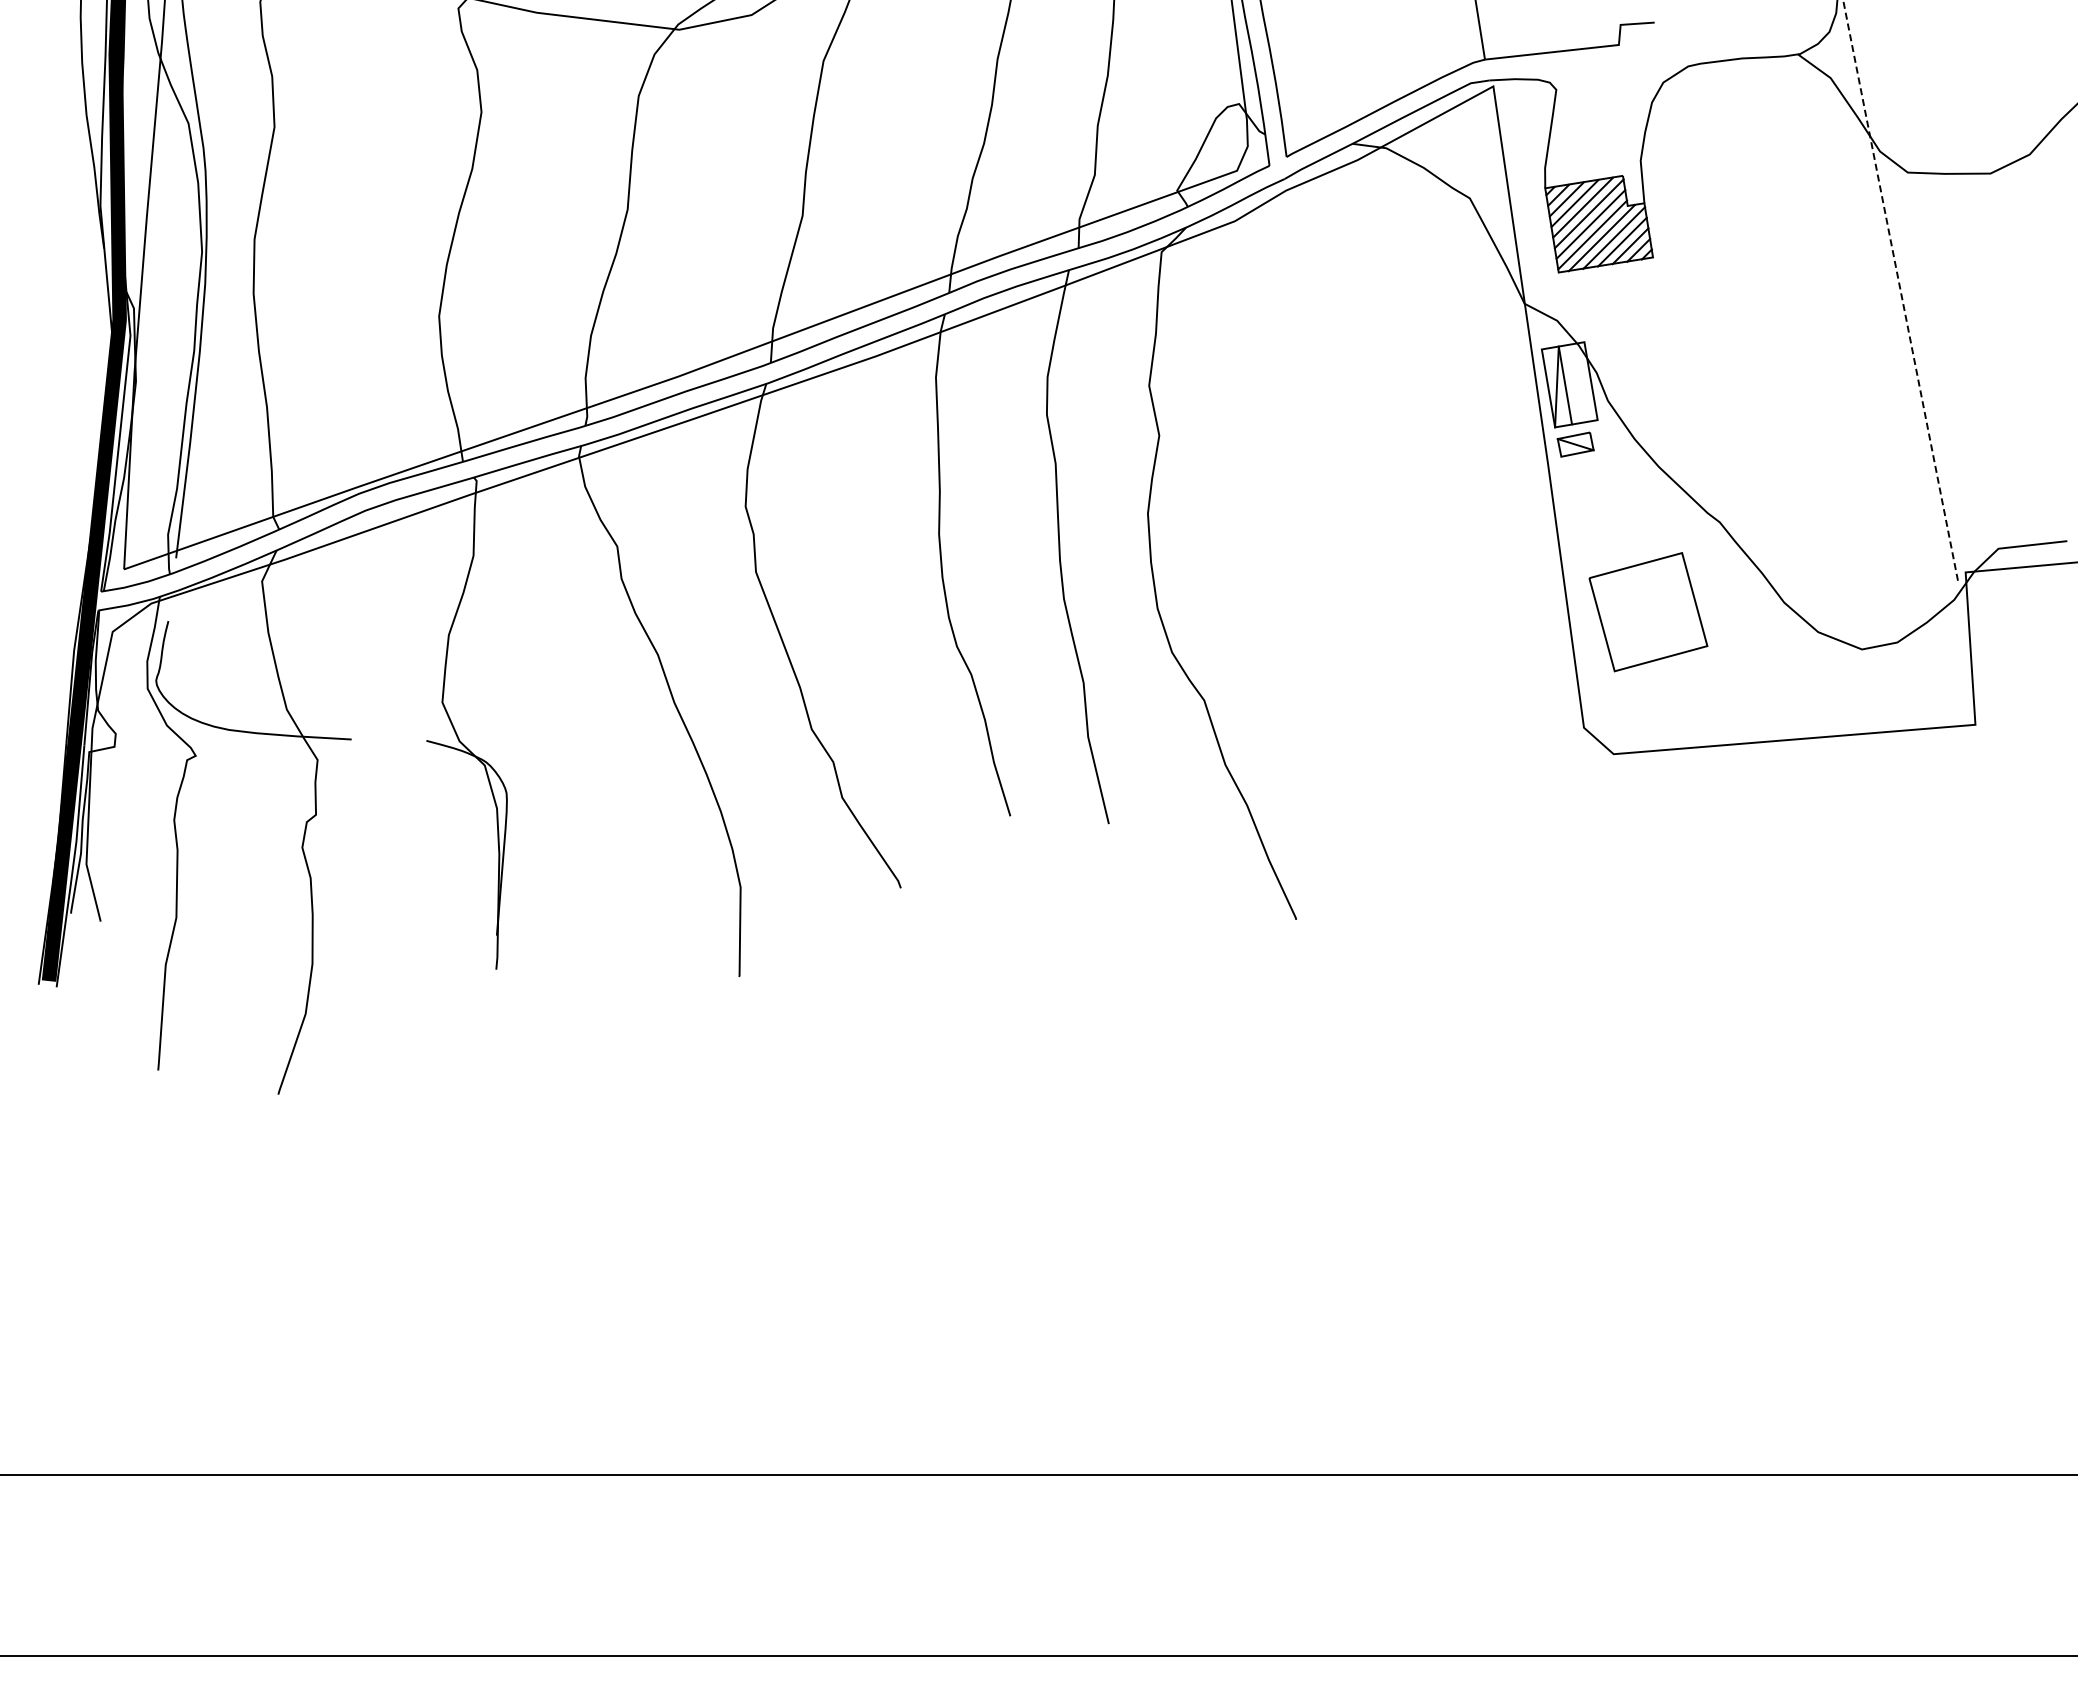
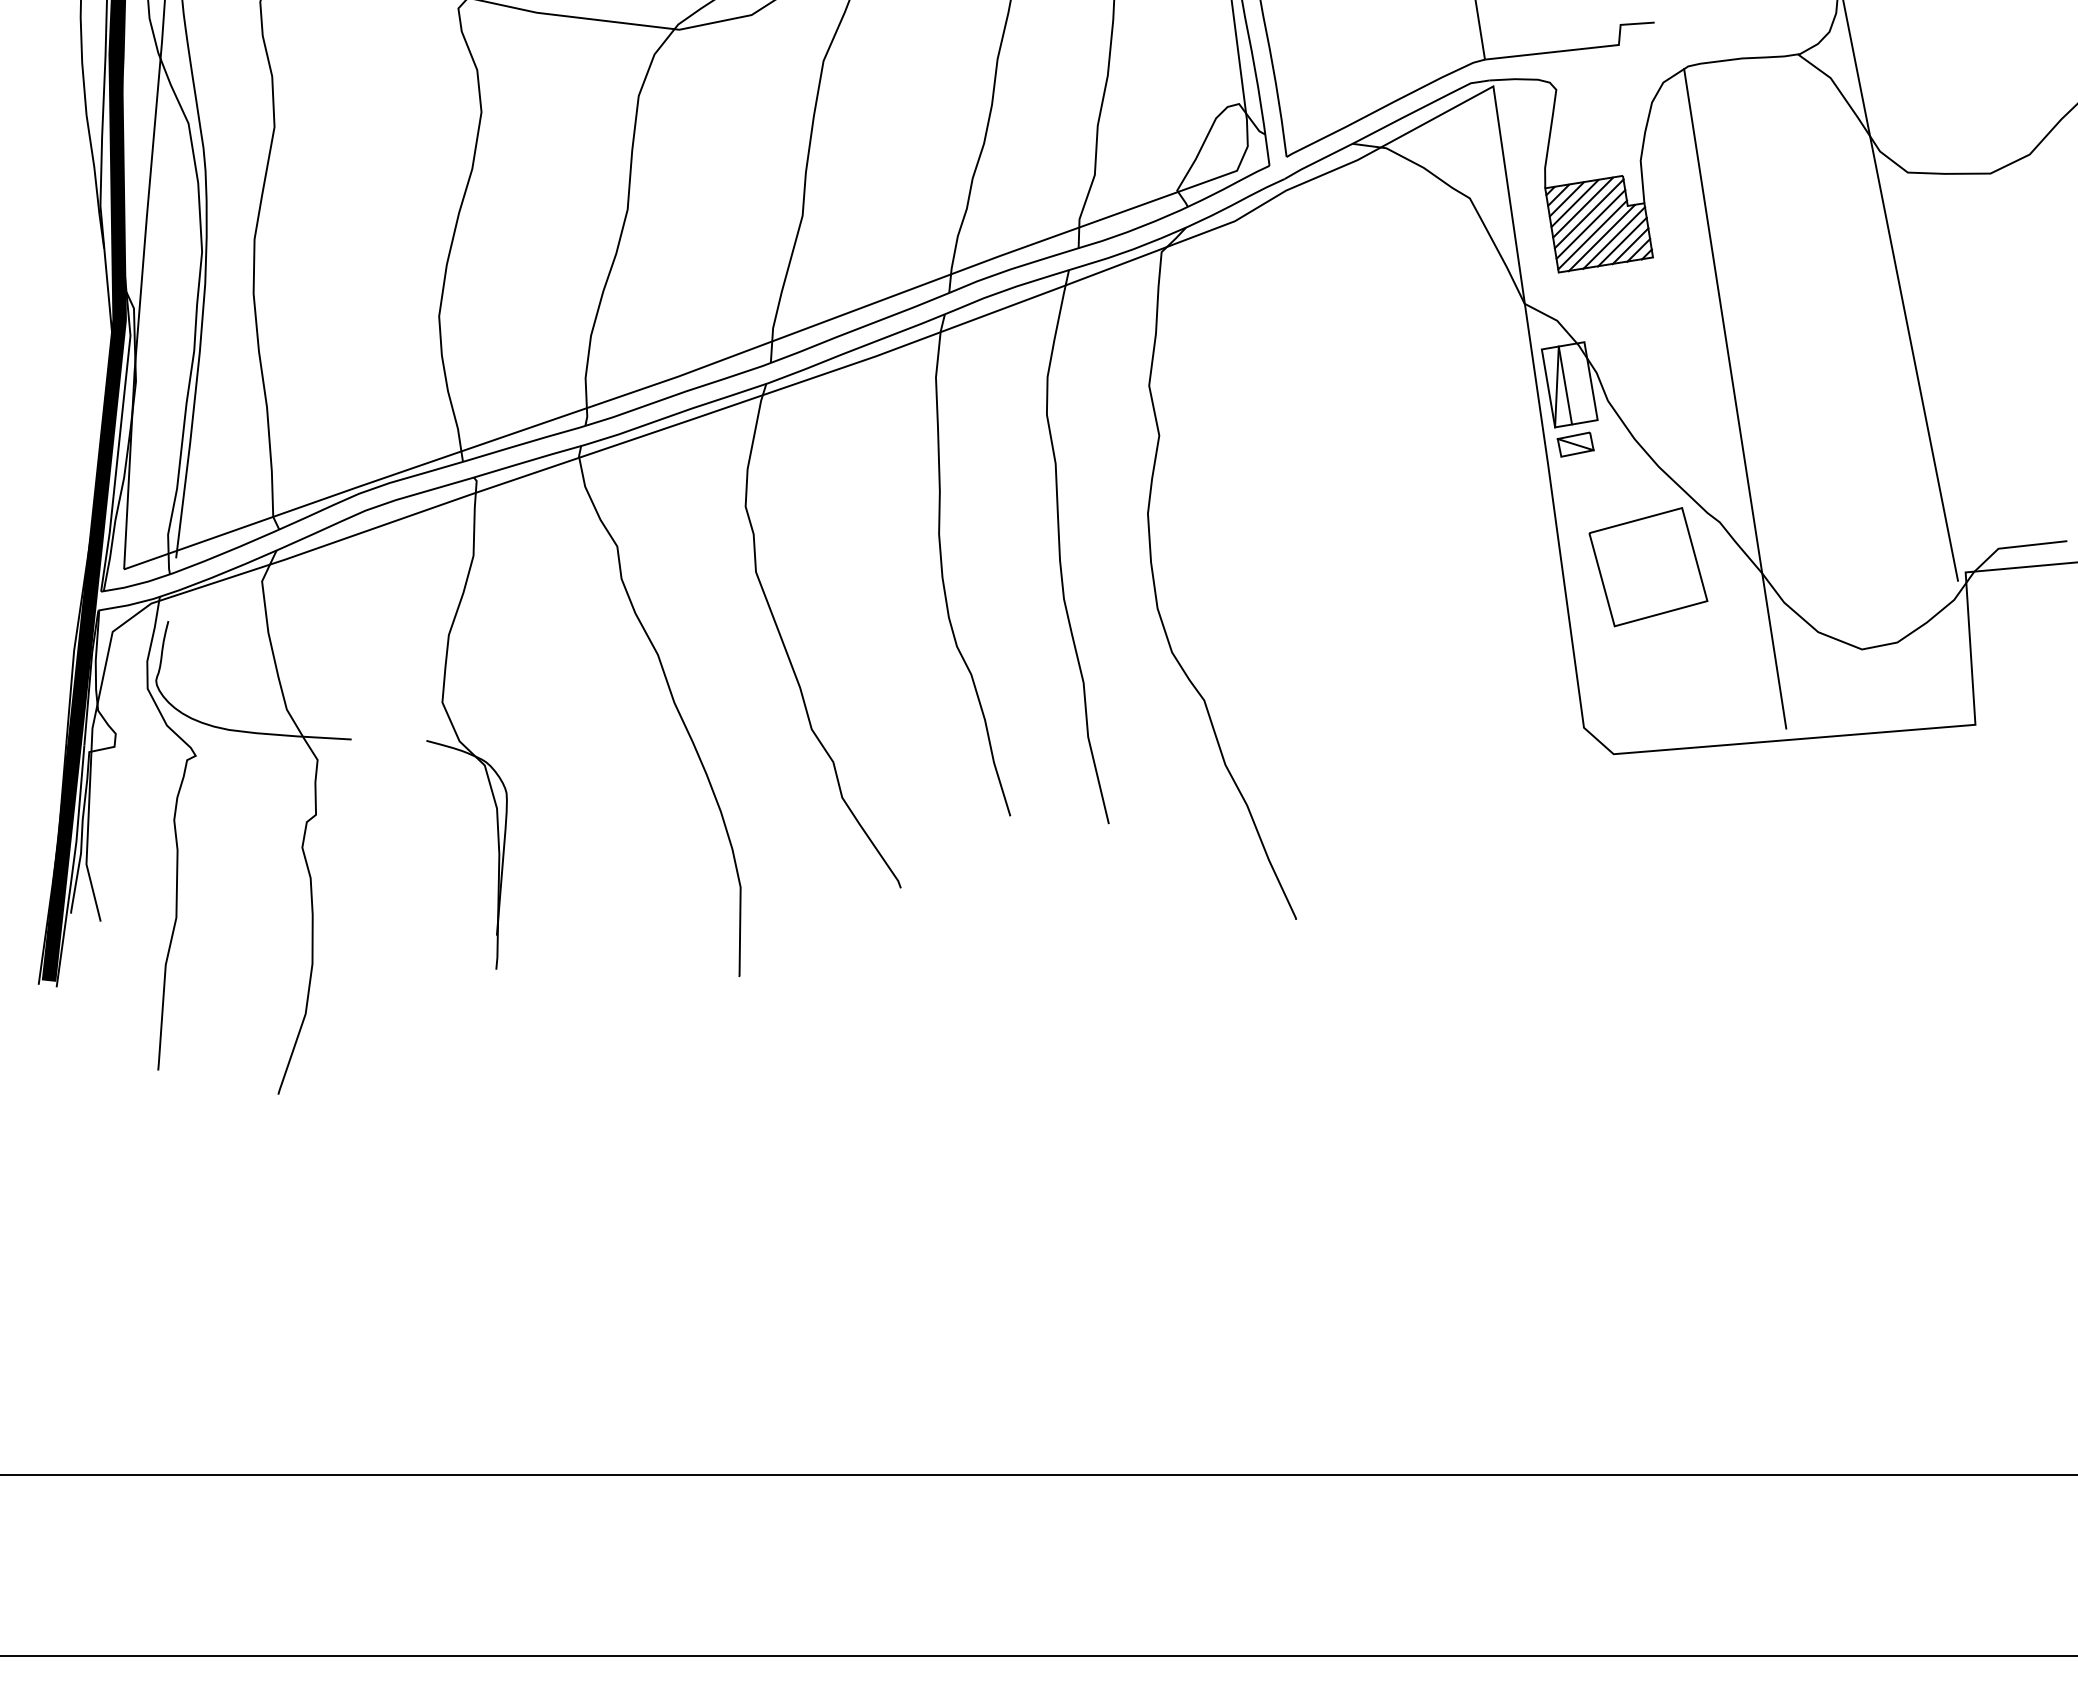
line at (1900, 290): dashed -> solid
line at (1735, 398): none -> present
part at (1648, 612) position: (1648, 612) -> (1648, 567)
